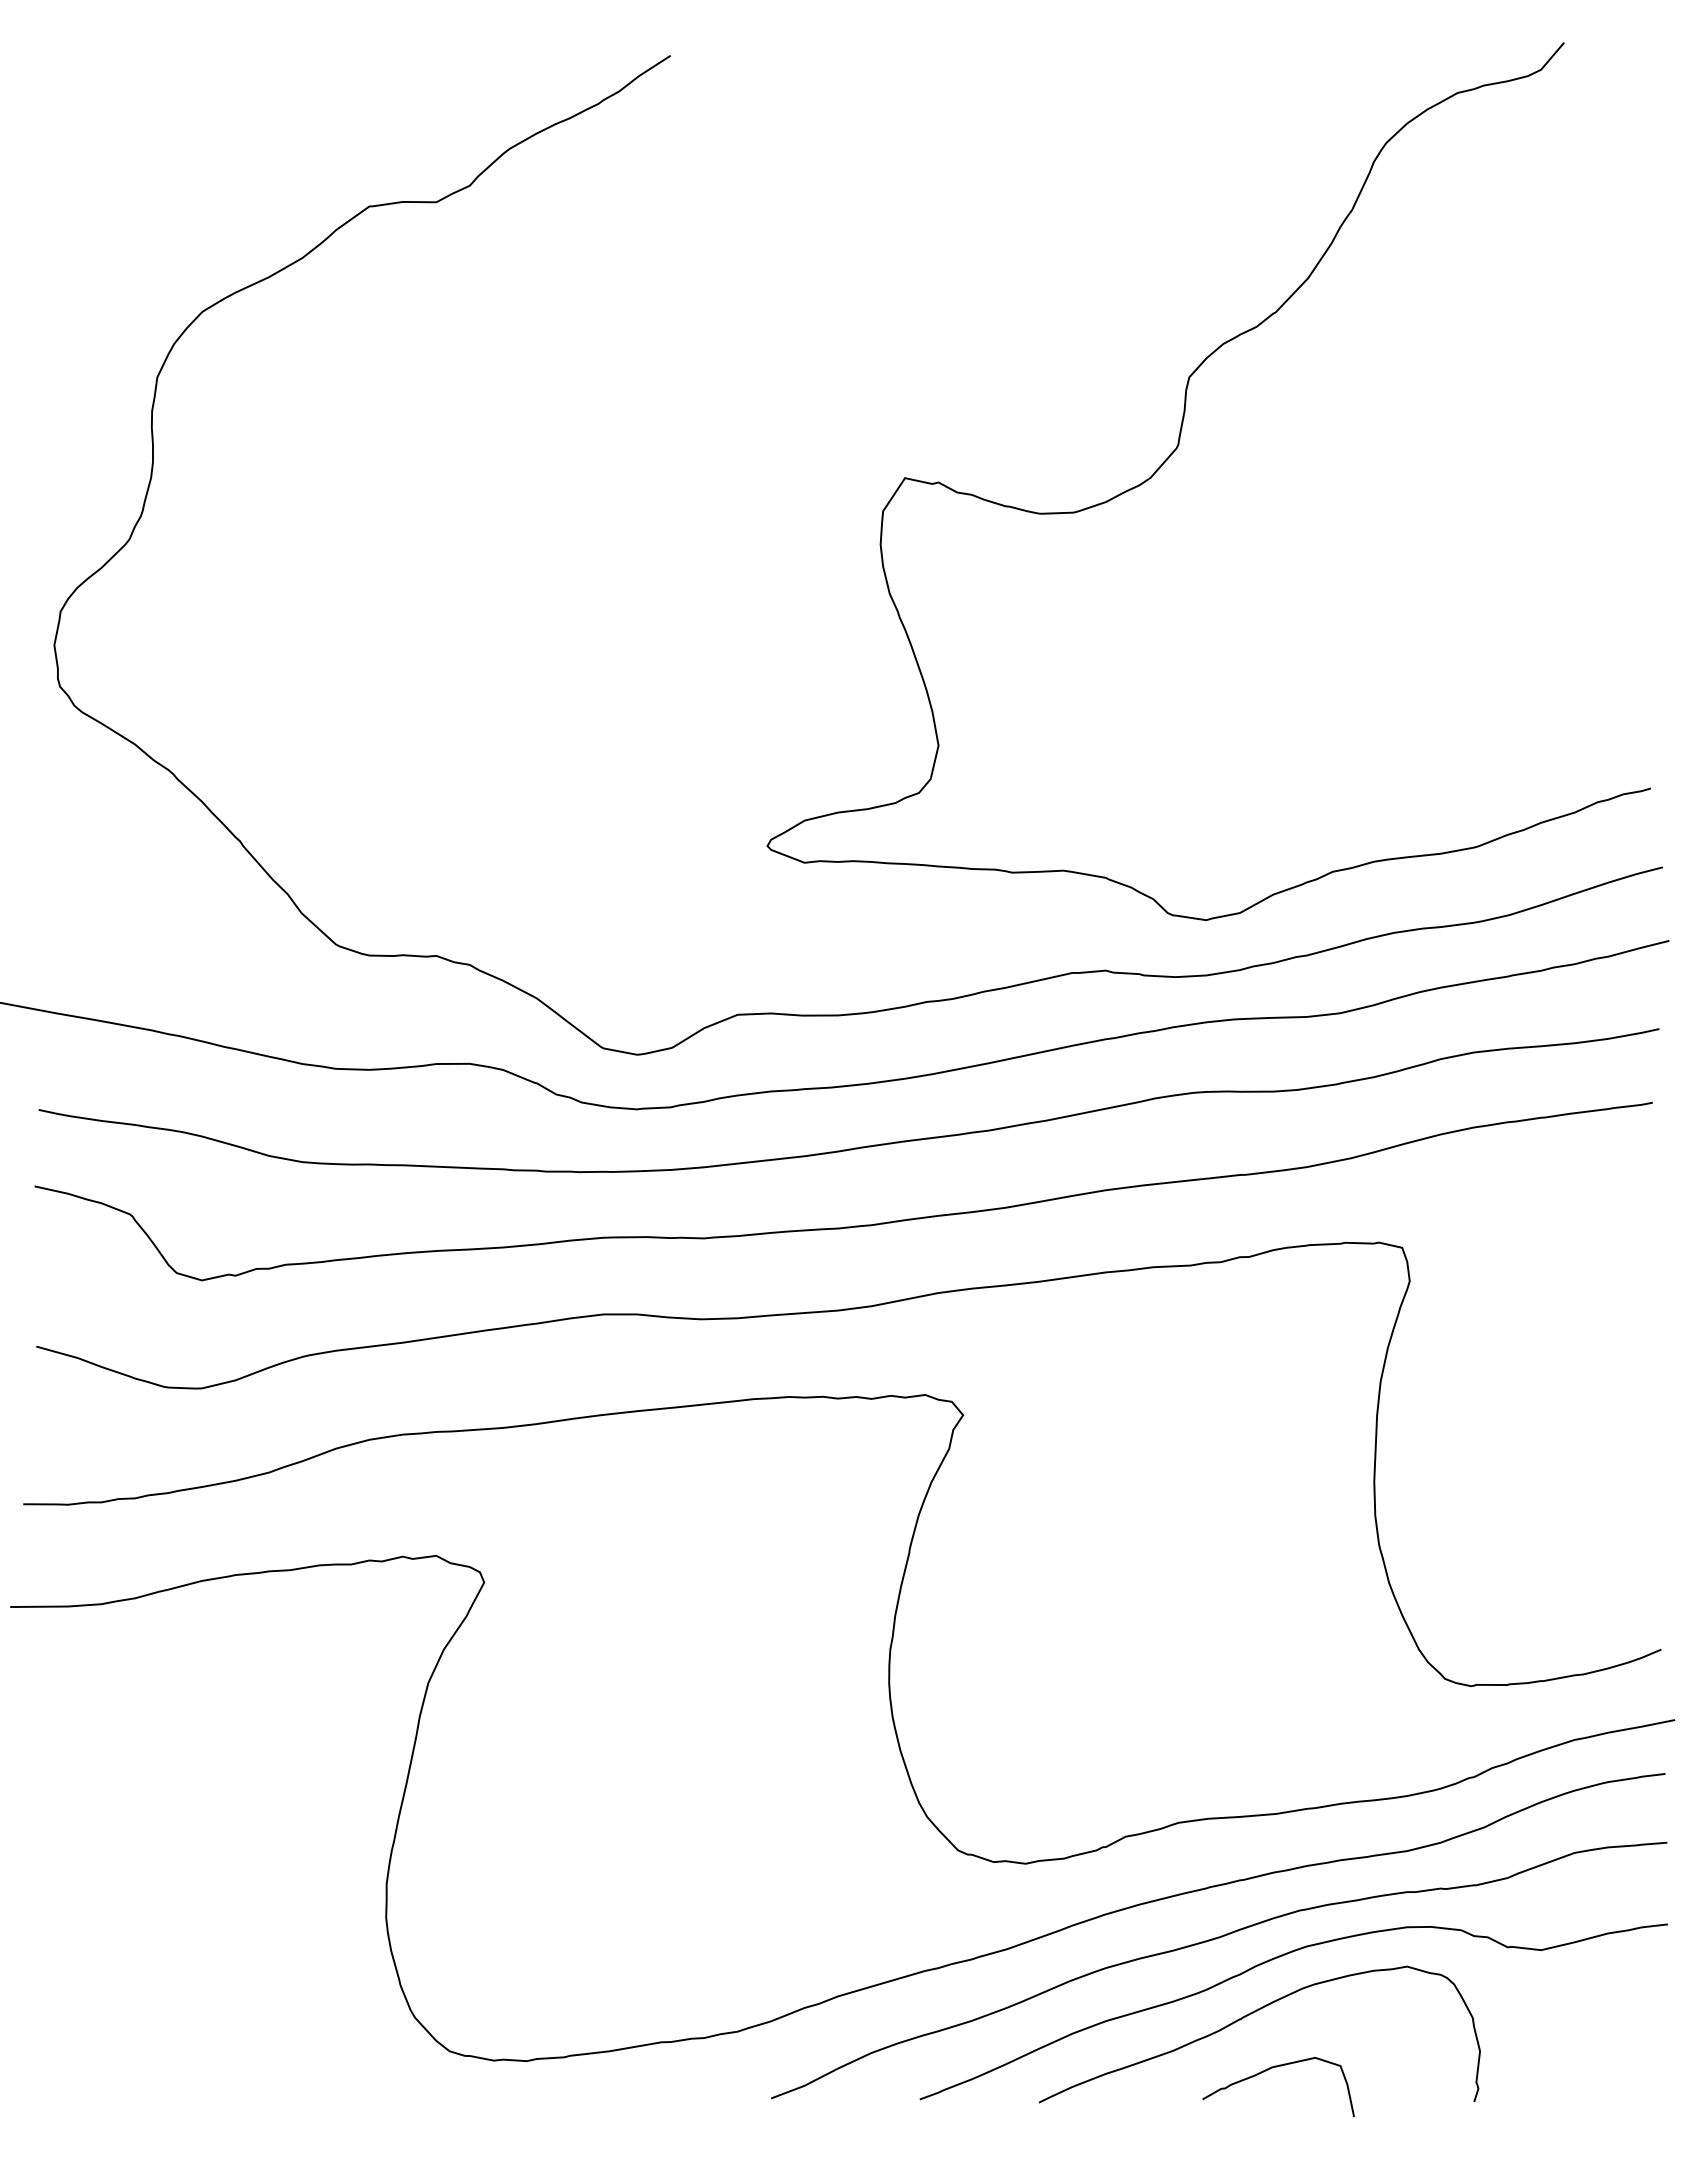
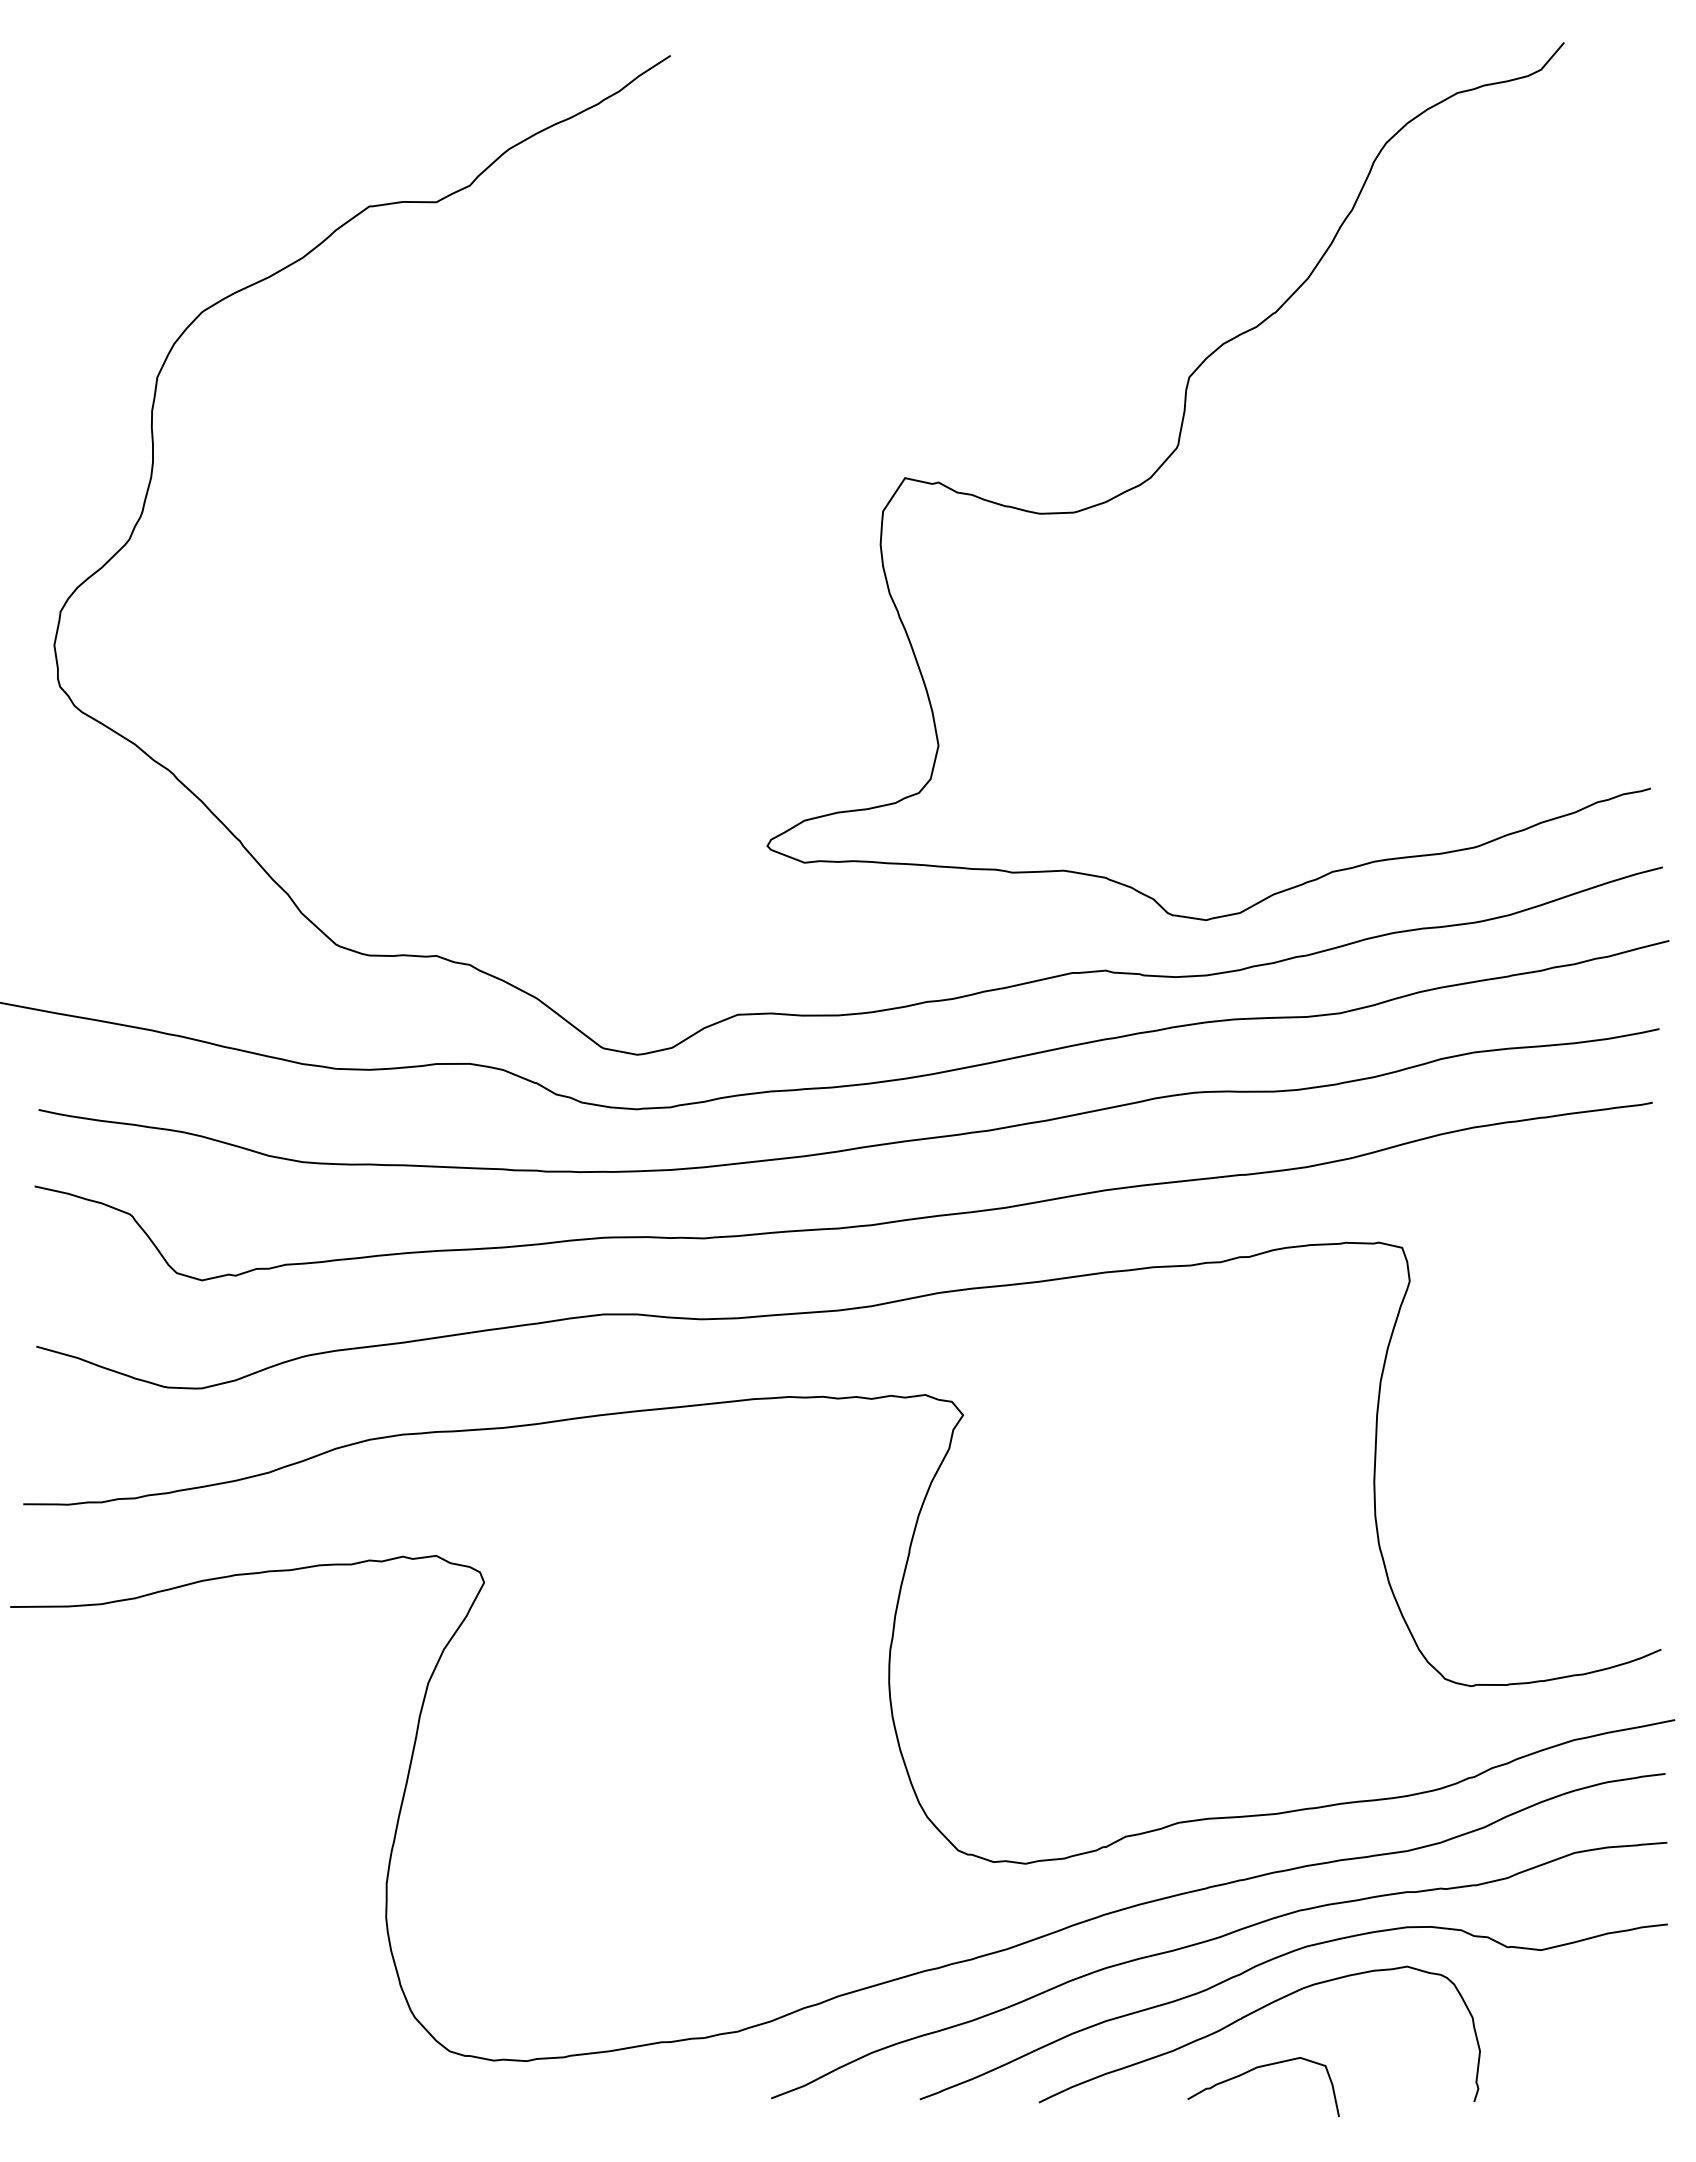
curve at (1270, 2069) position: (1270, 2069) -> (1255, 2069)
